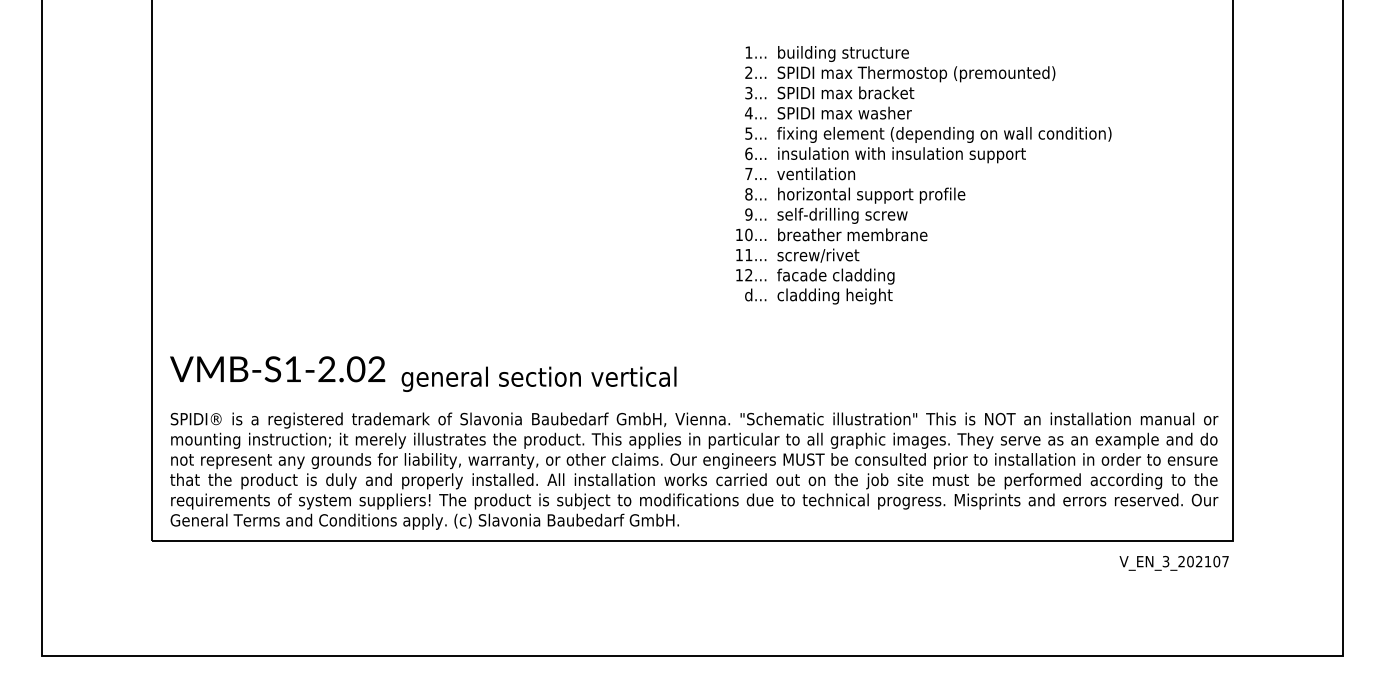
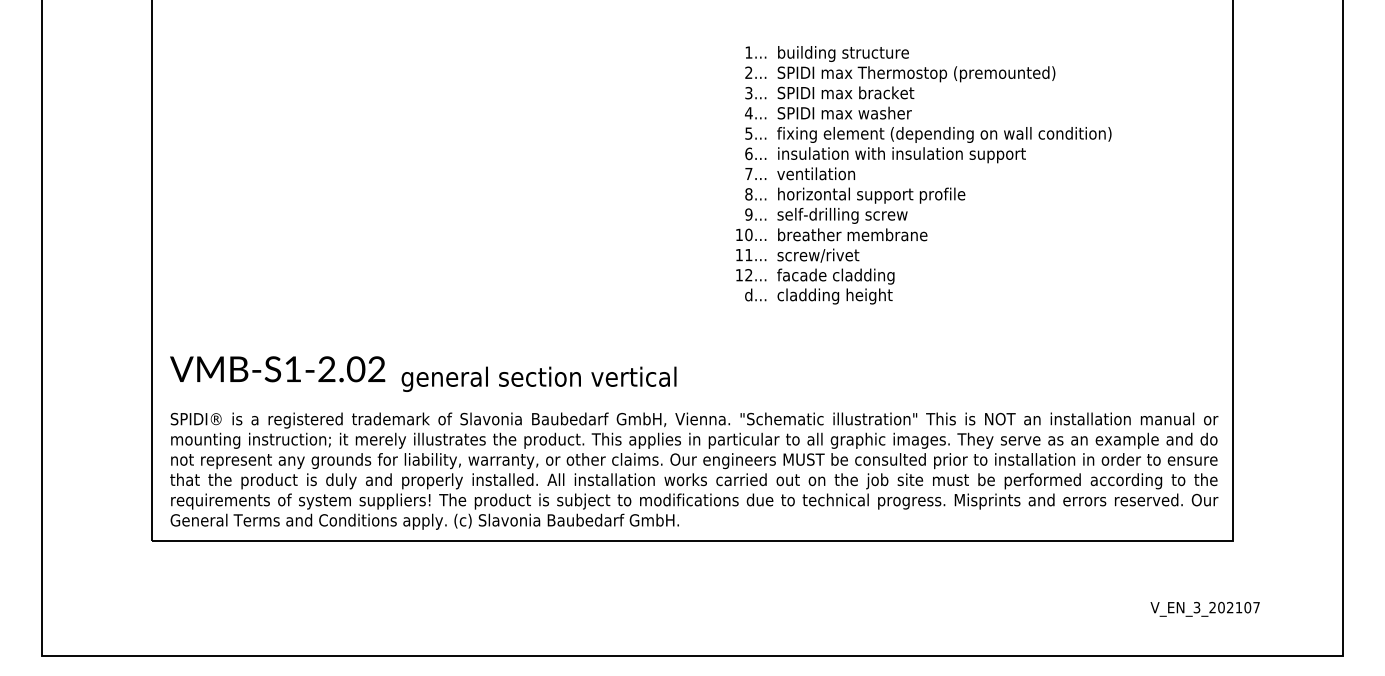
text at (1173, 562) position: (1173, 562) -> (1204, 608)
